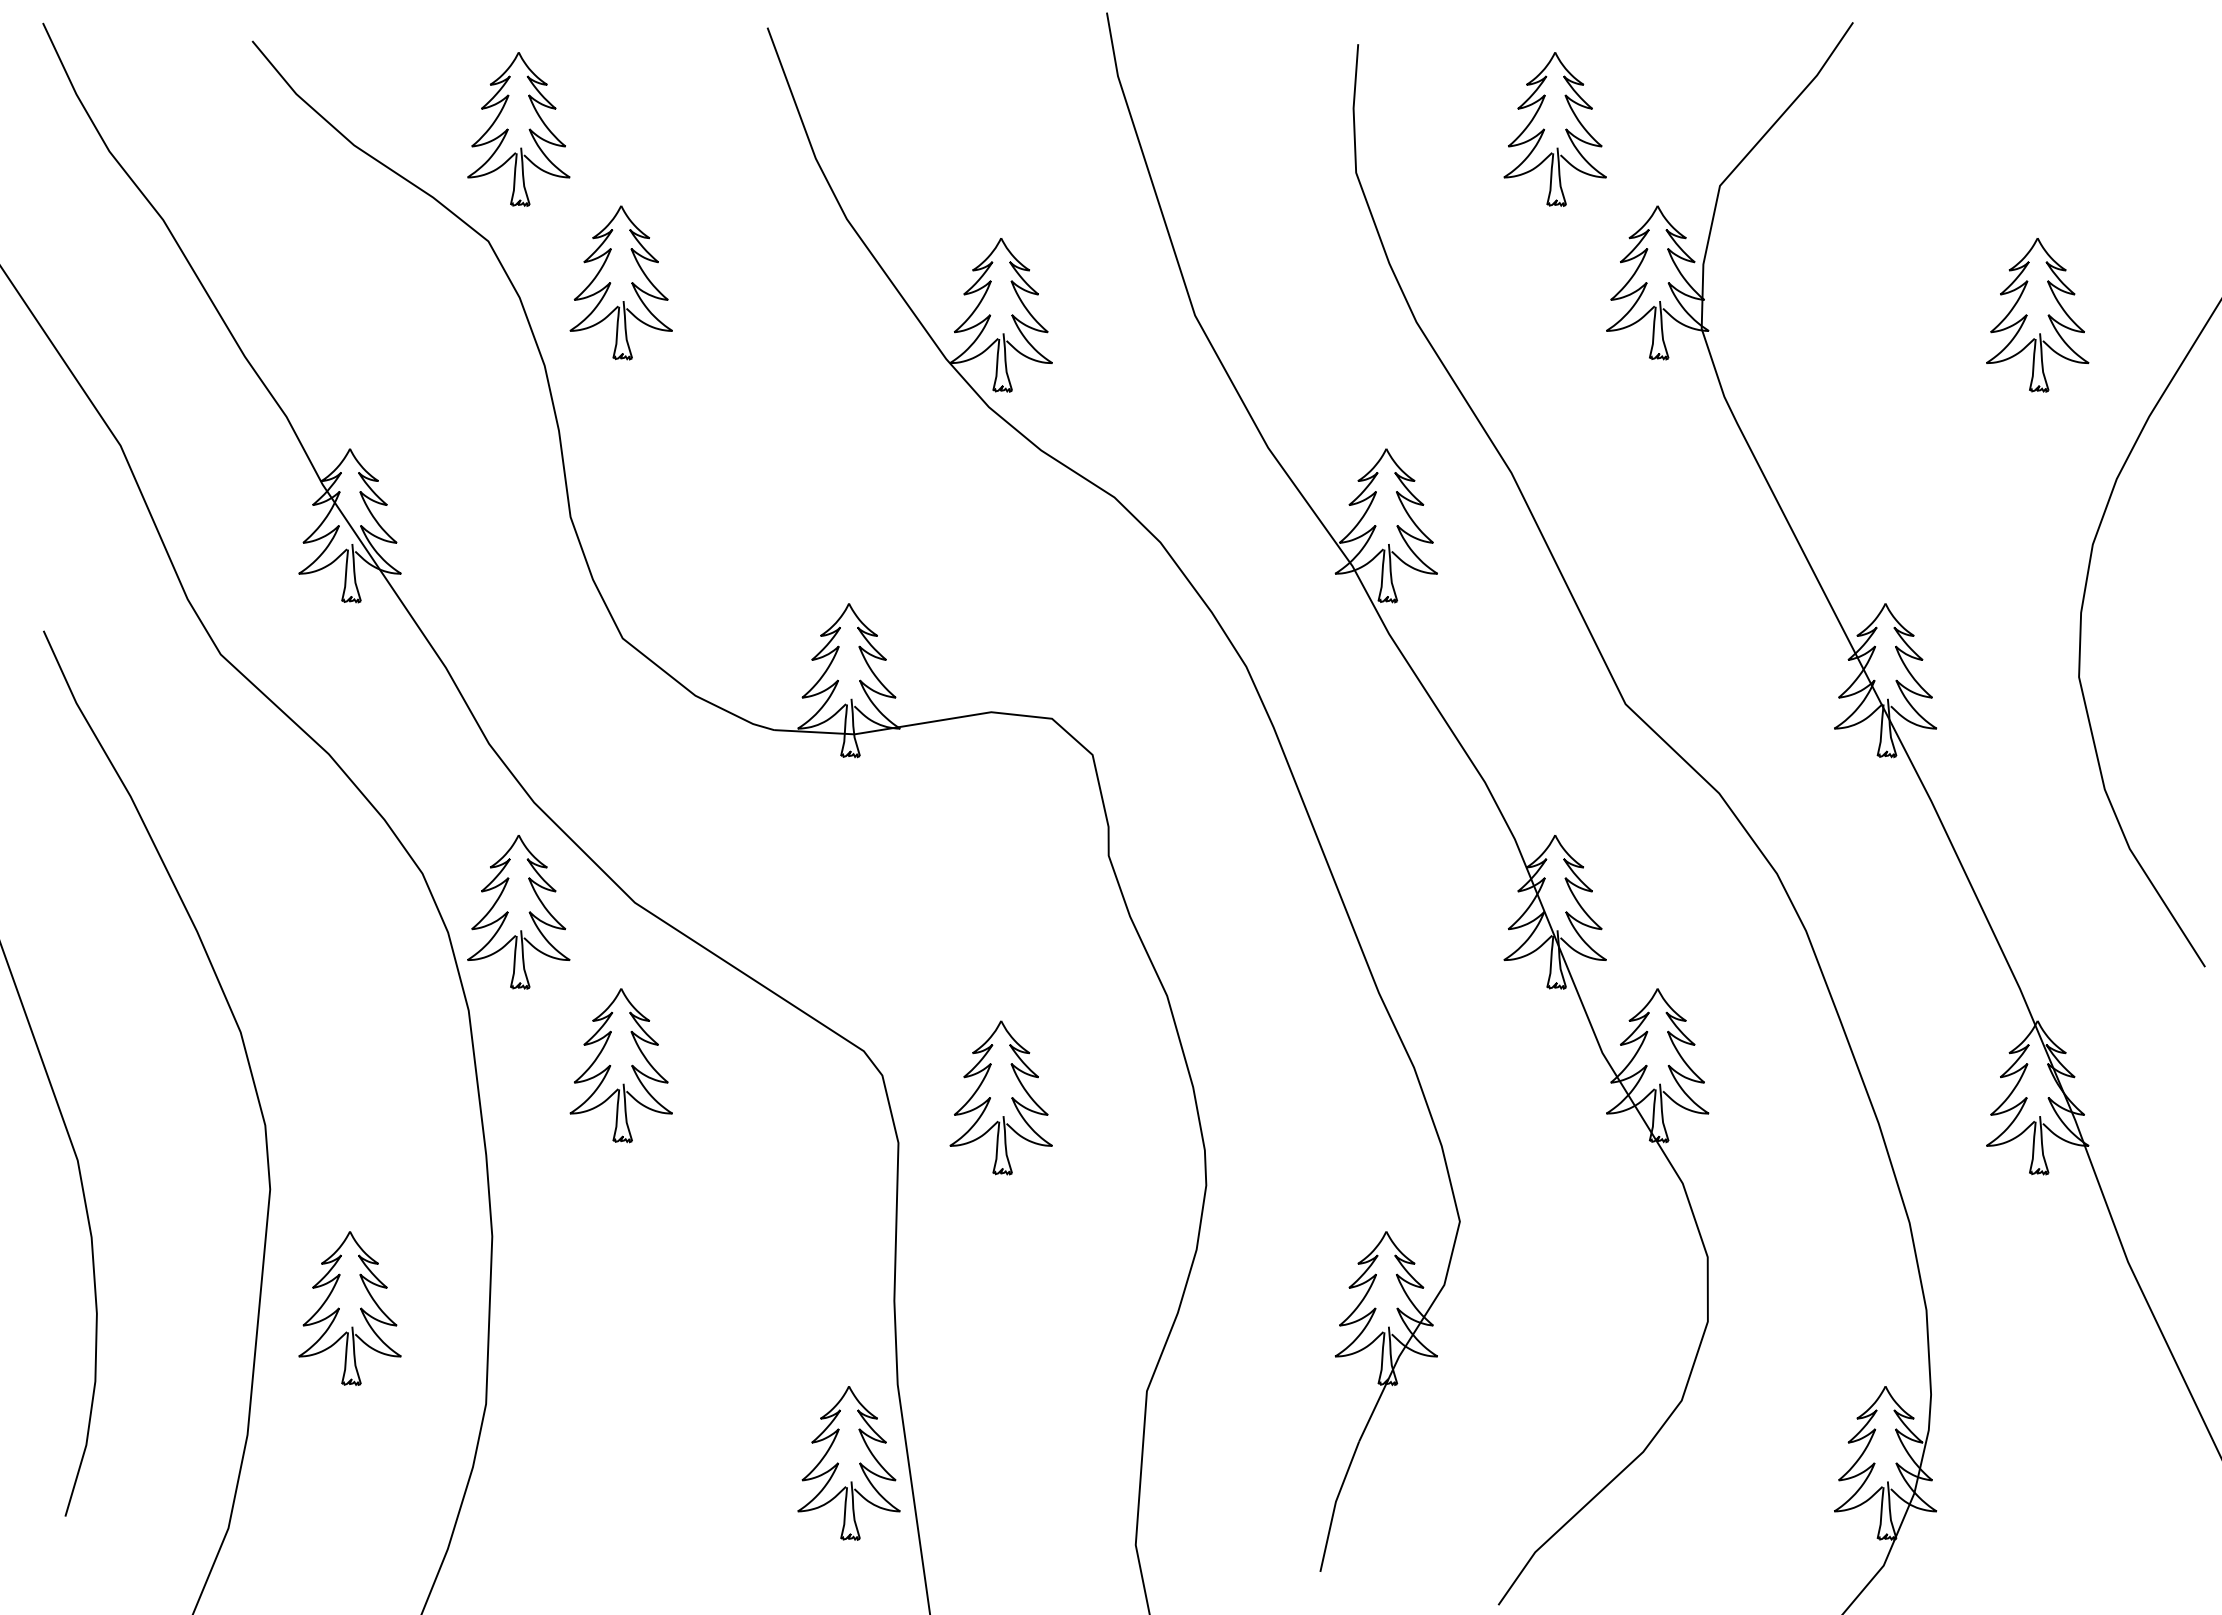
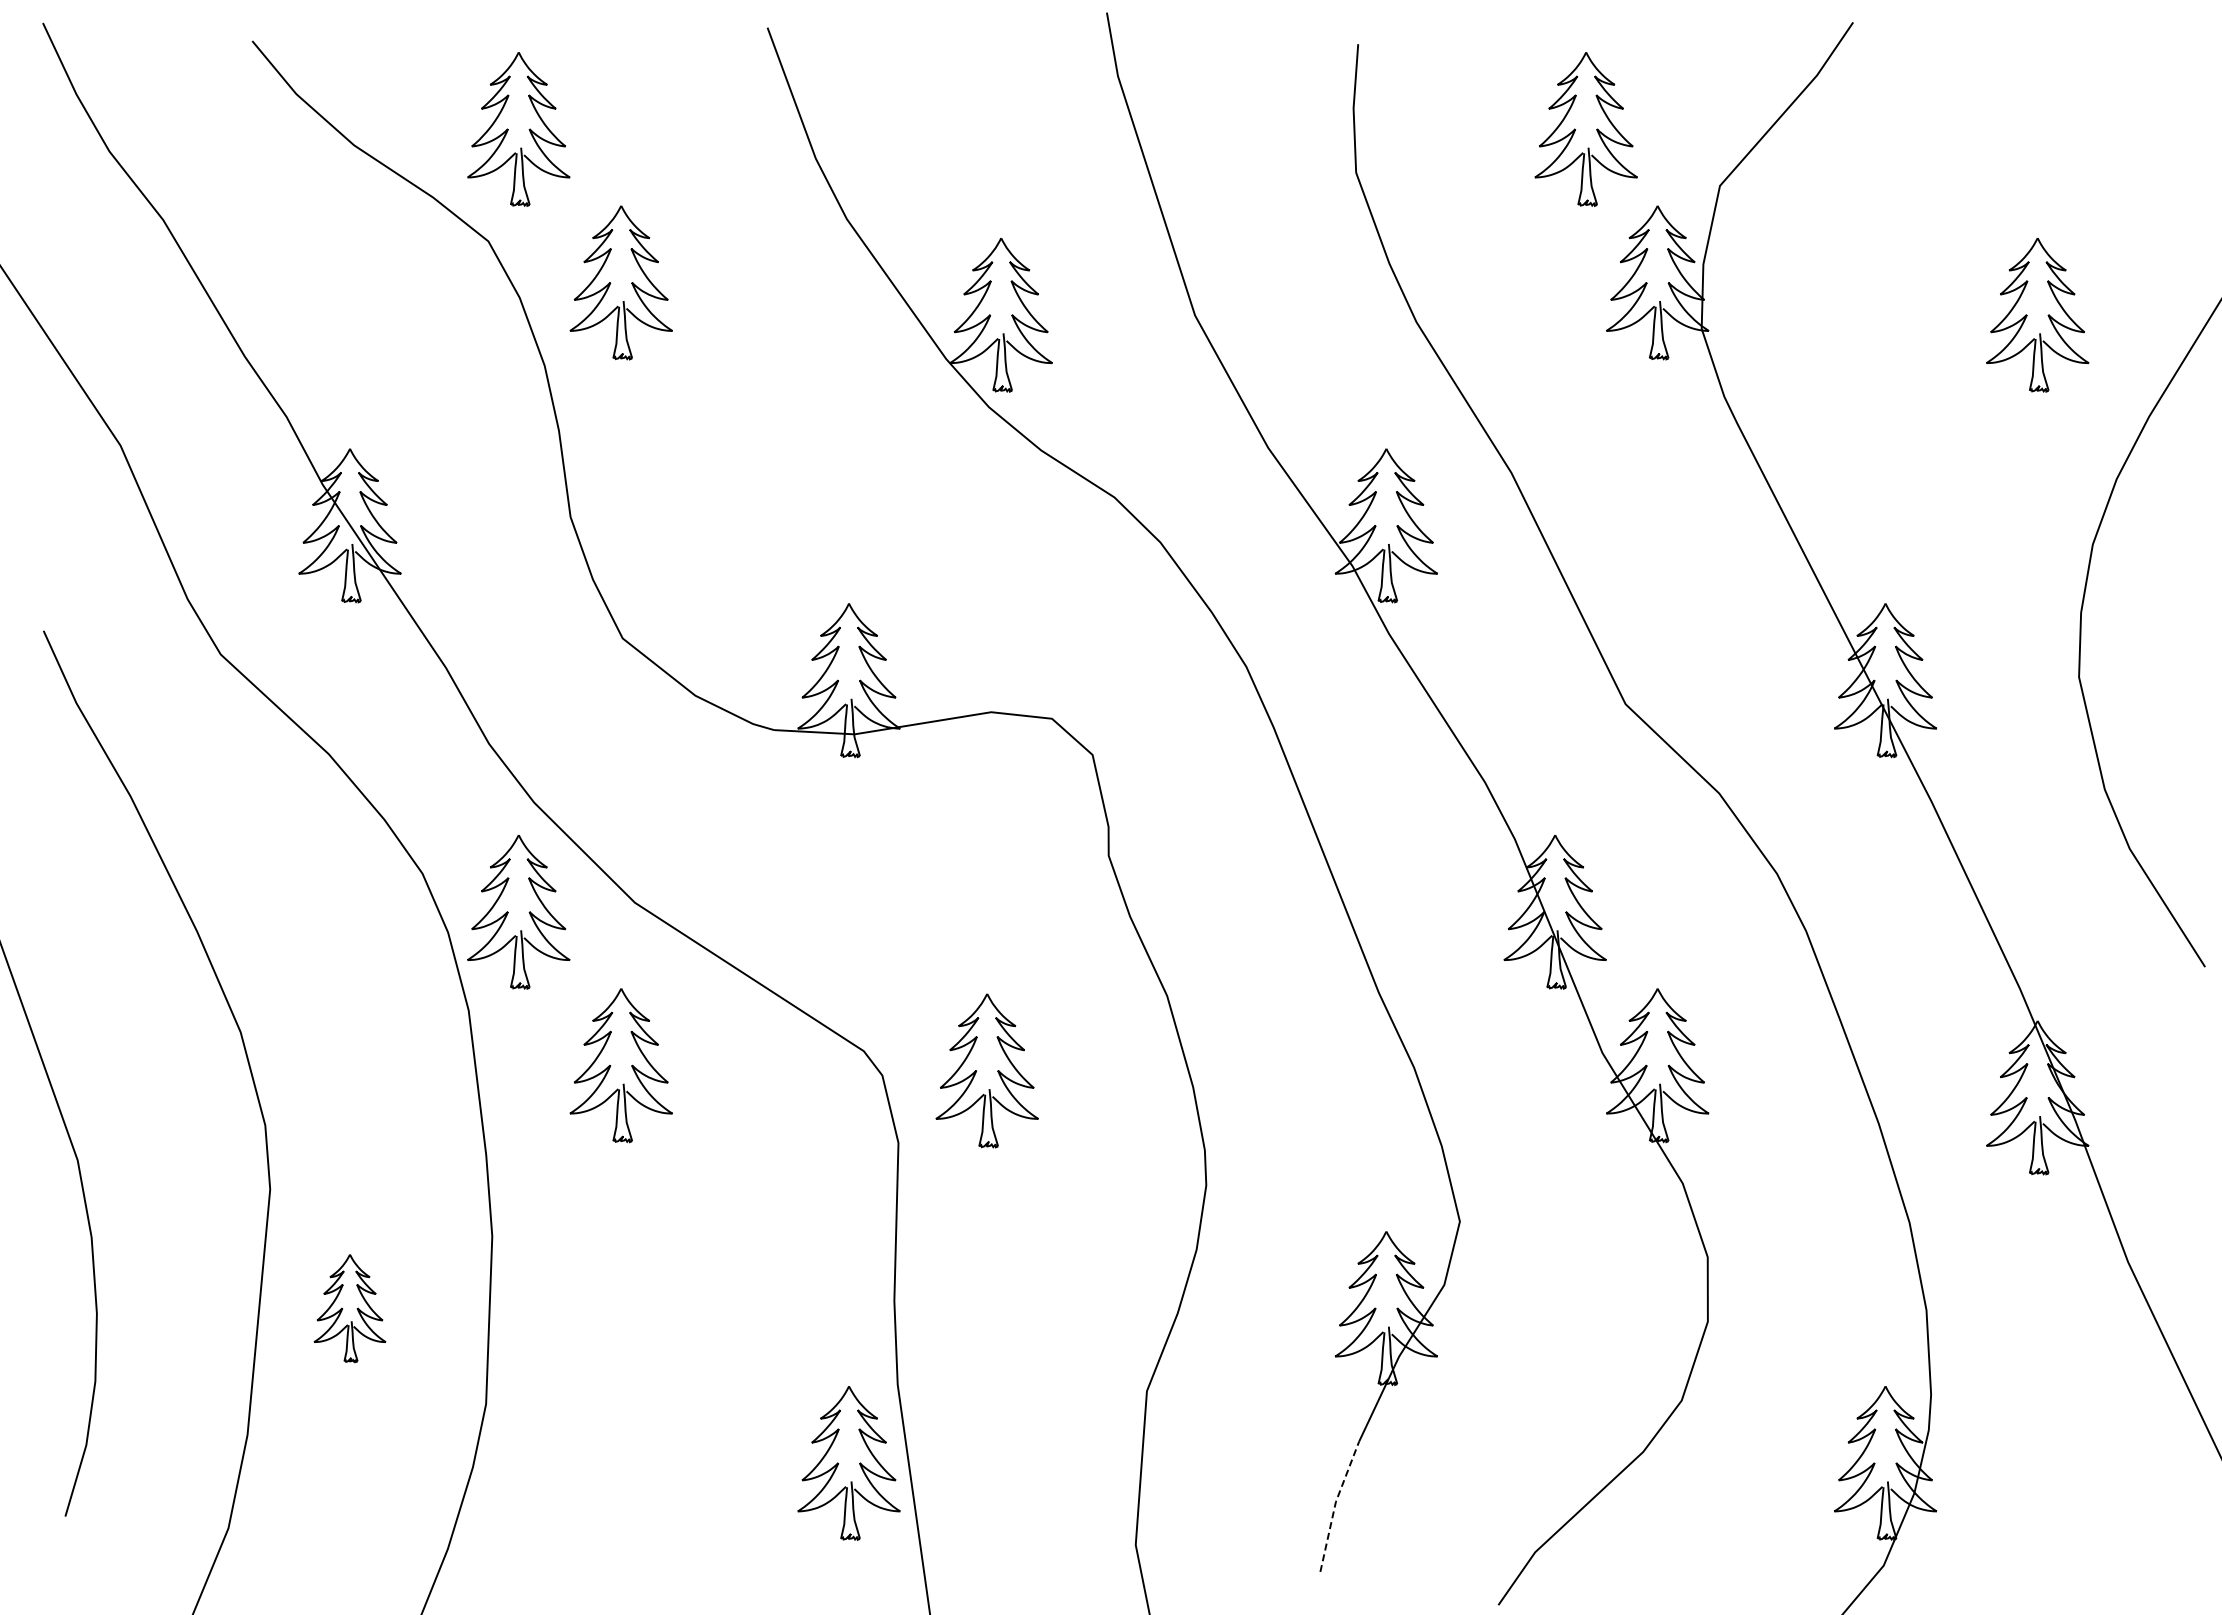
part at (1554, 129) position: (1554, 129) -> (1585, 129)
part at (1000, 1097) position: (1000, 1097) -> (986, 1070)
part at (349, 1308) size: 104x155 px -> 74x110 px
line at (1335, 1504): solid -> dashed
